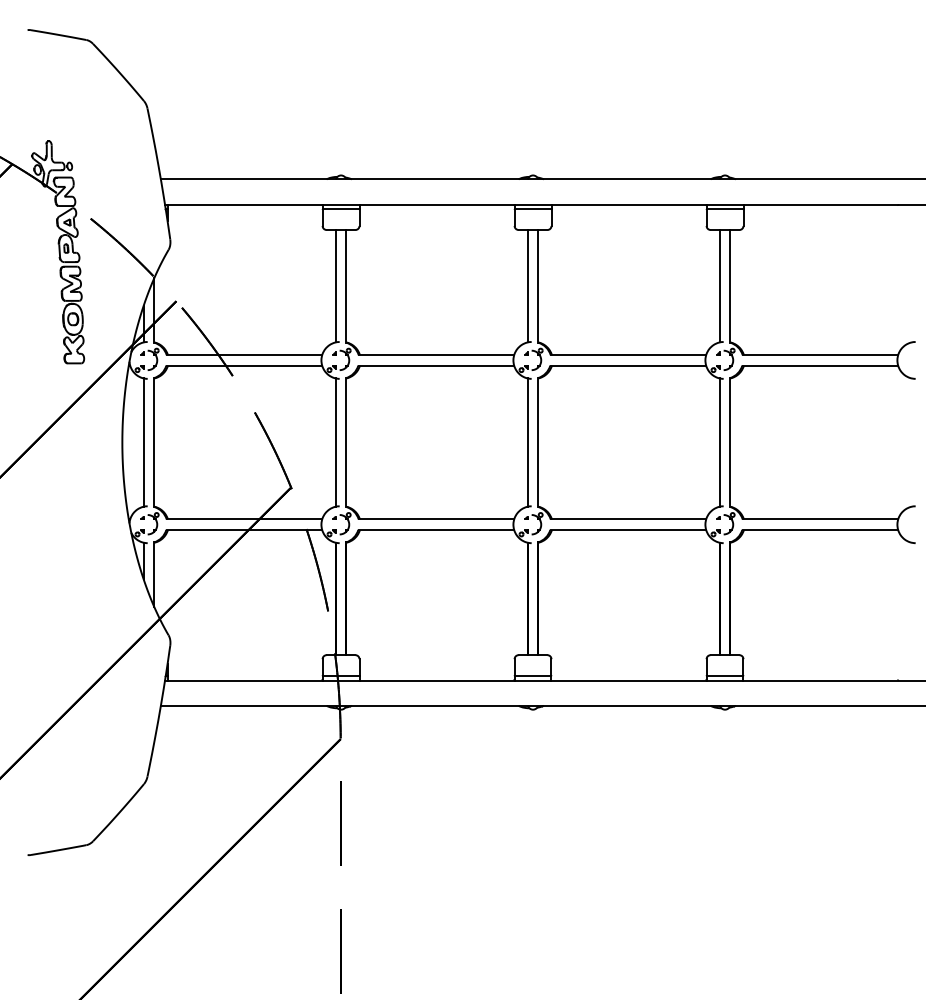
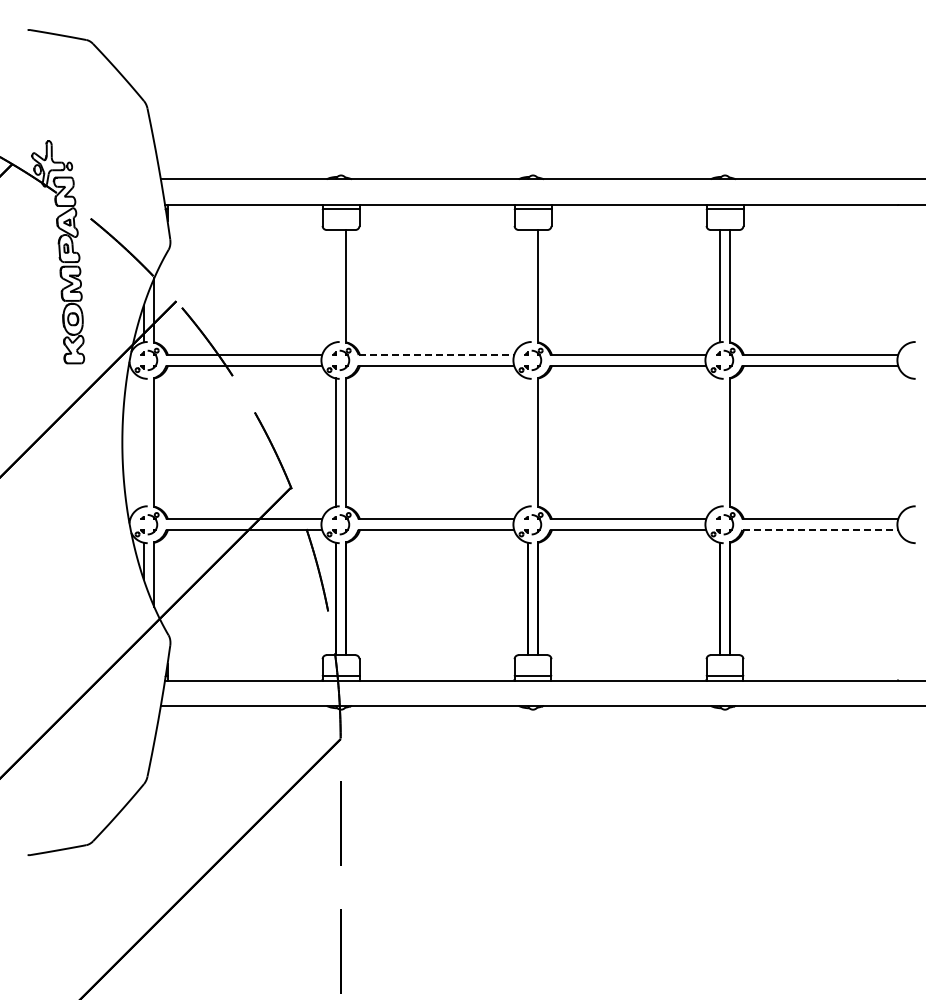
line at (335, 286): present -> none
line at (527, 286): present -> none
line at (436, 355): solid -> dashed
line at (143, 442): present -> none
line at (527, 442): present -> none
line at (719, 442): present -> none
line at (820, 530): solid -> dashed
